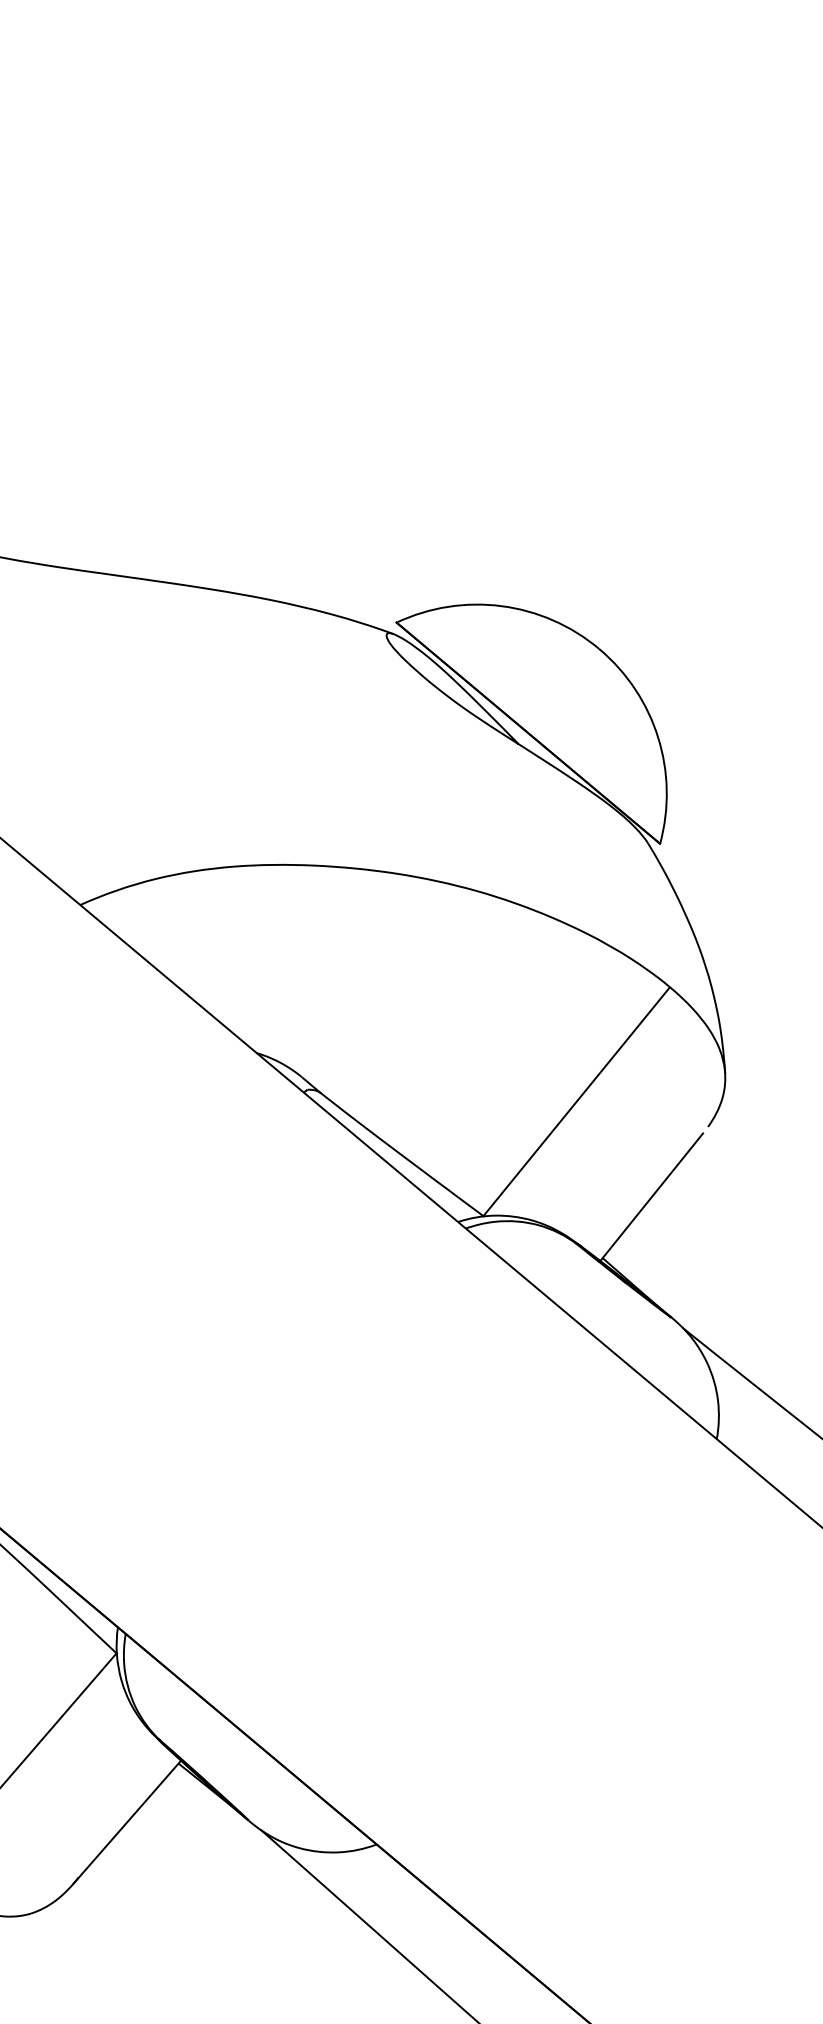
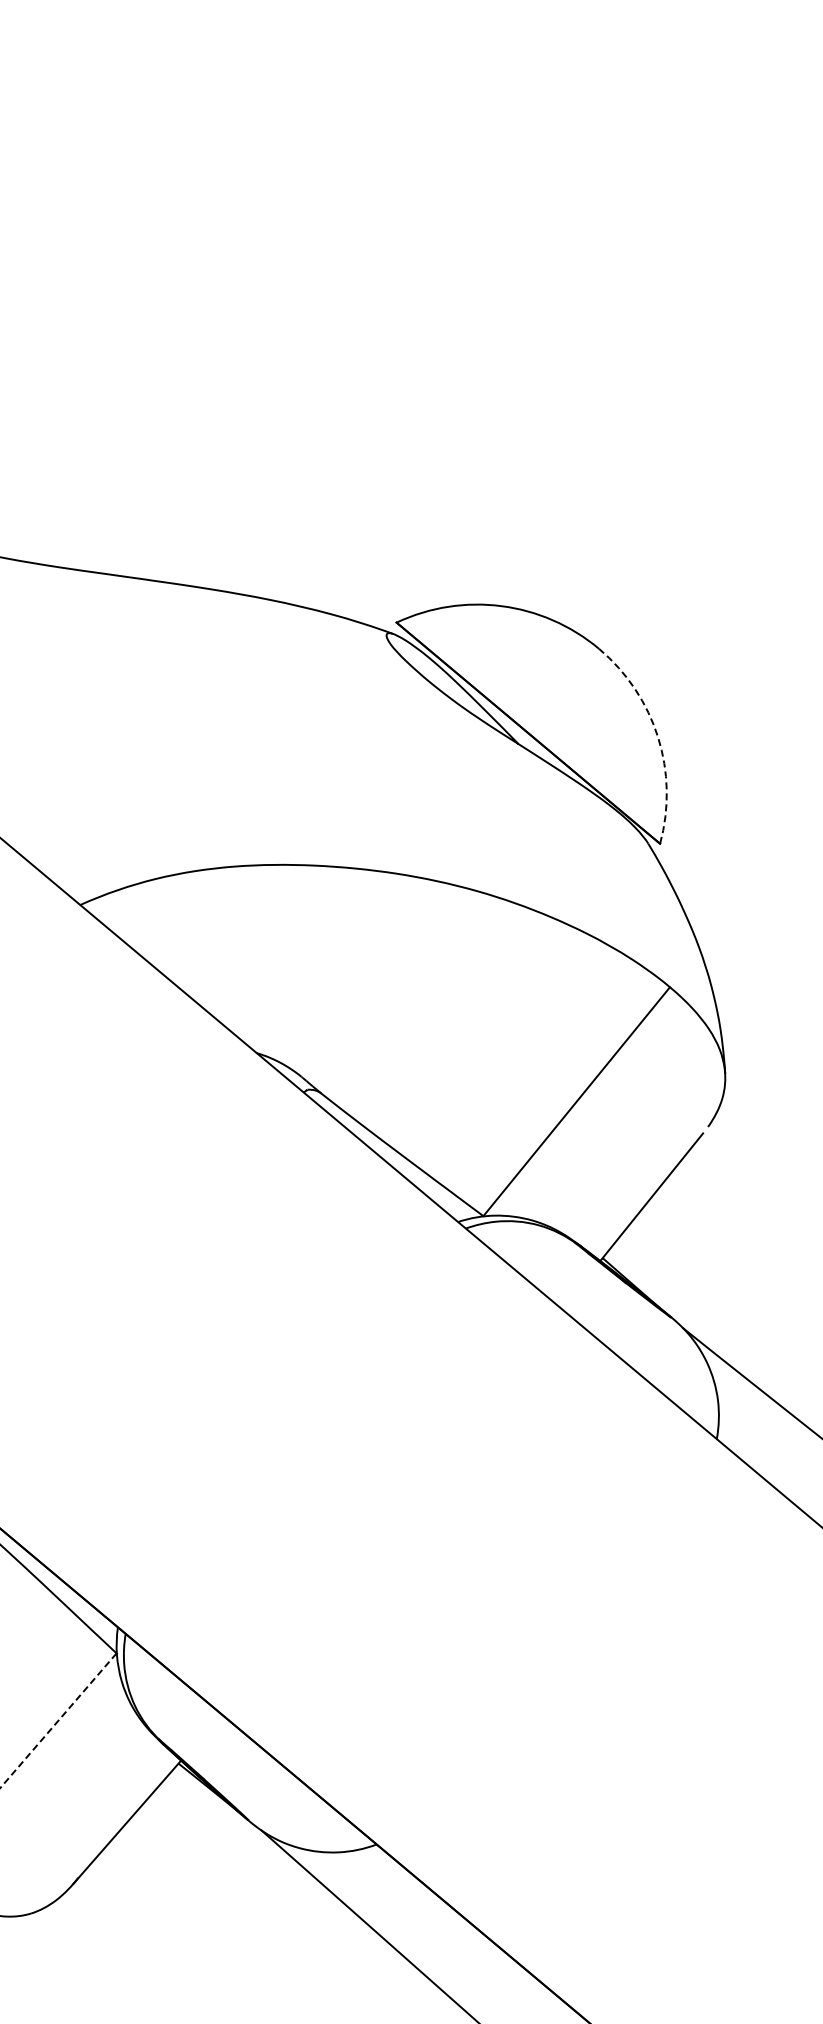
arc at (658, 737): solid -> dashed
line at (58, 1720): solid -> dashed
